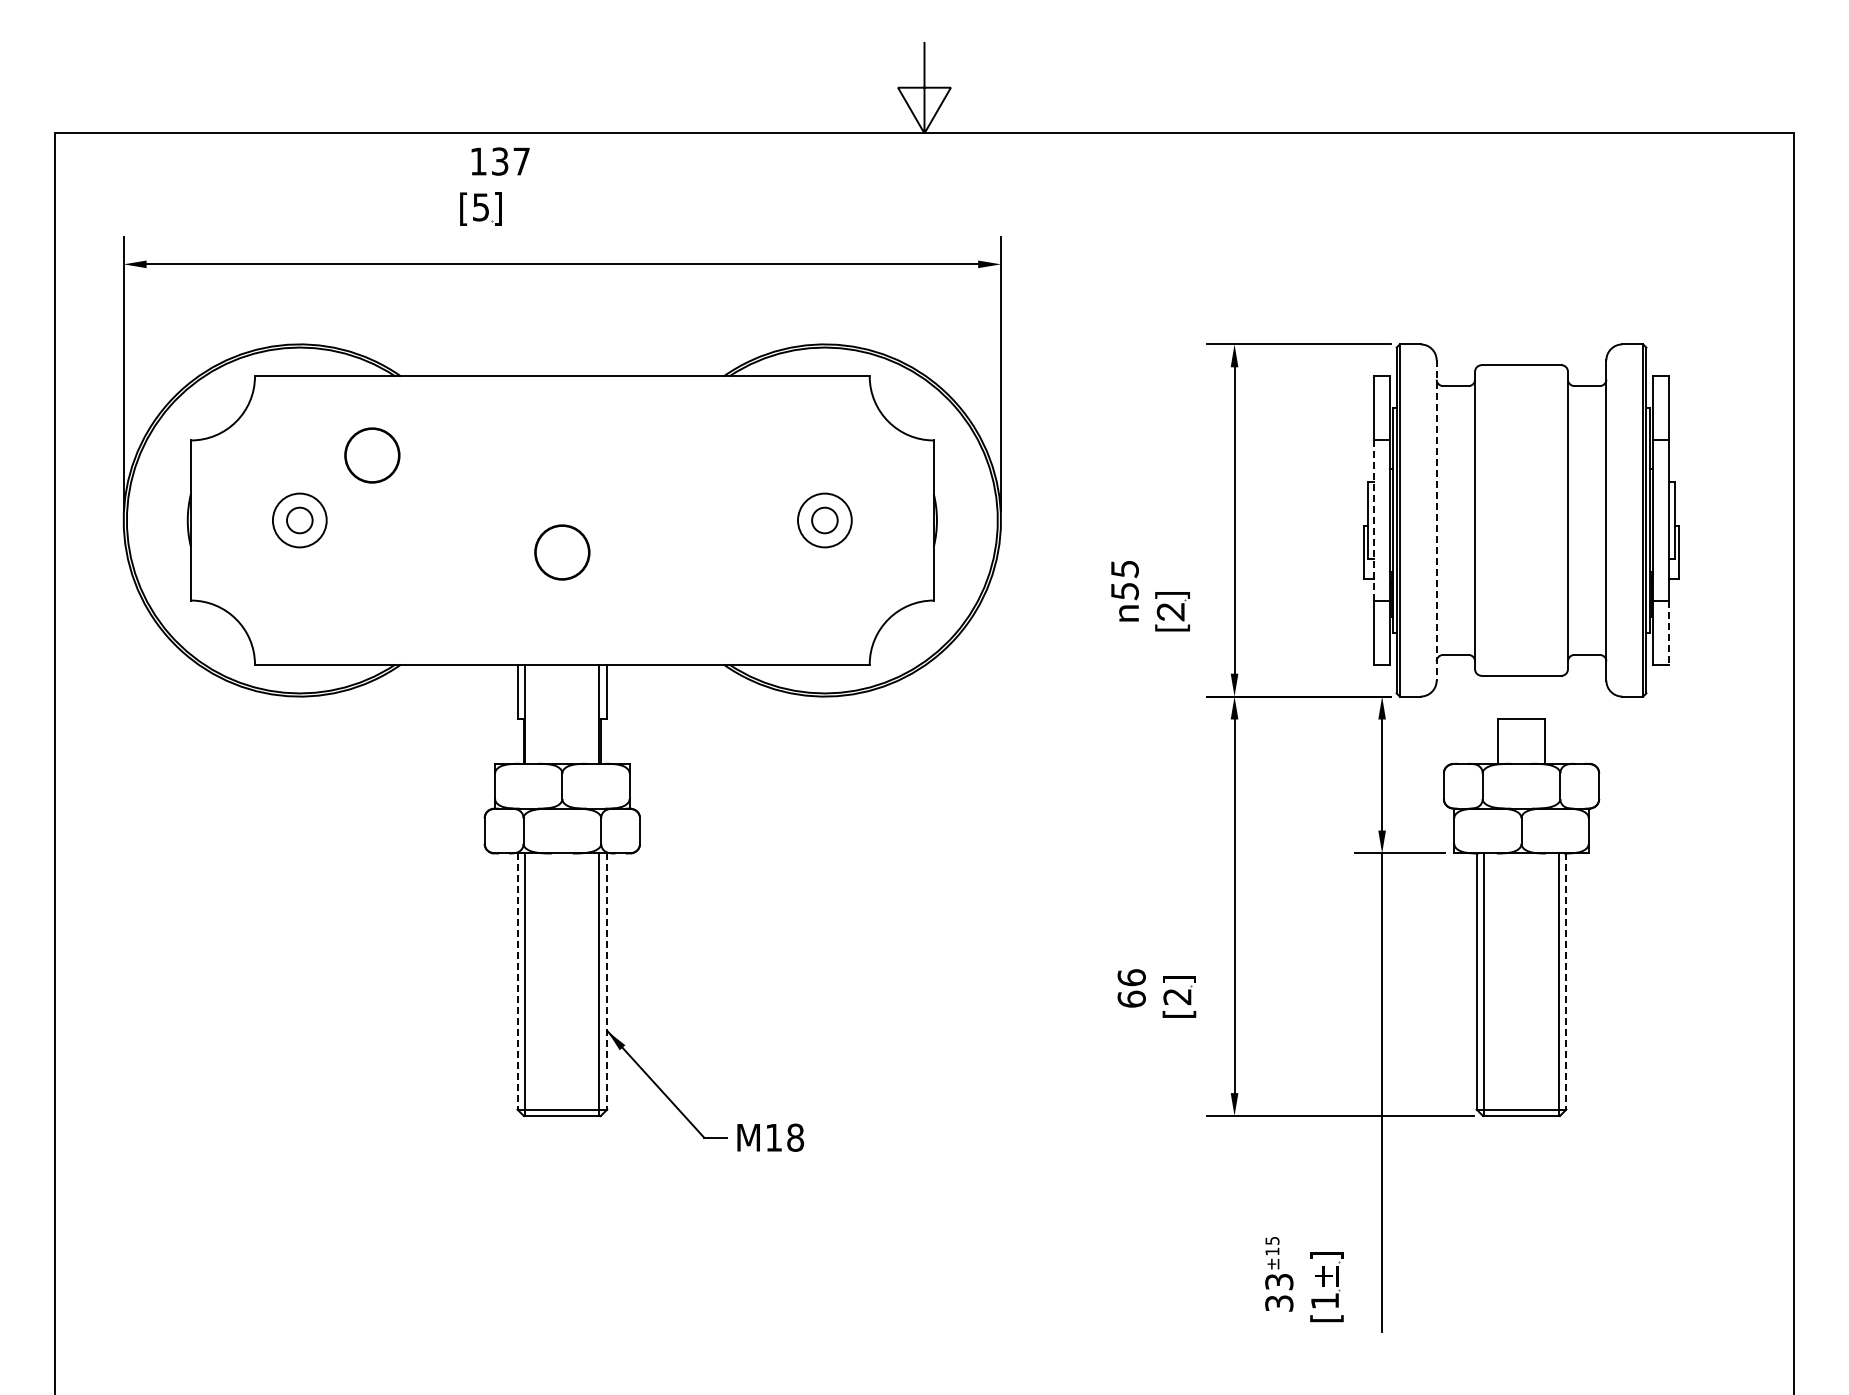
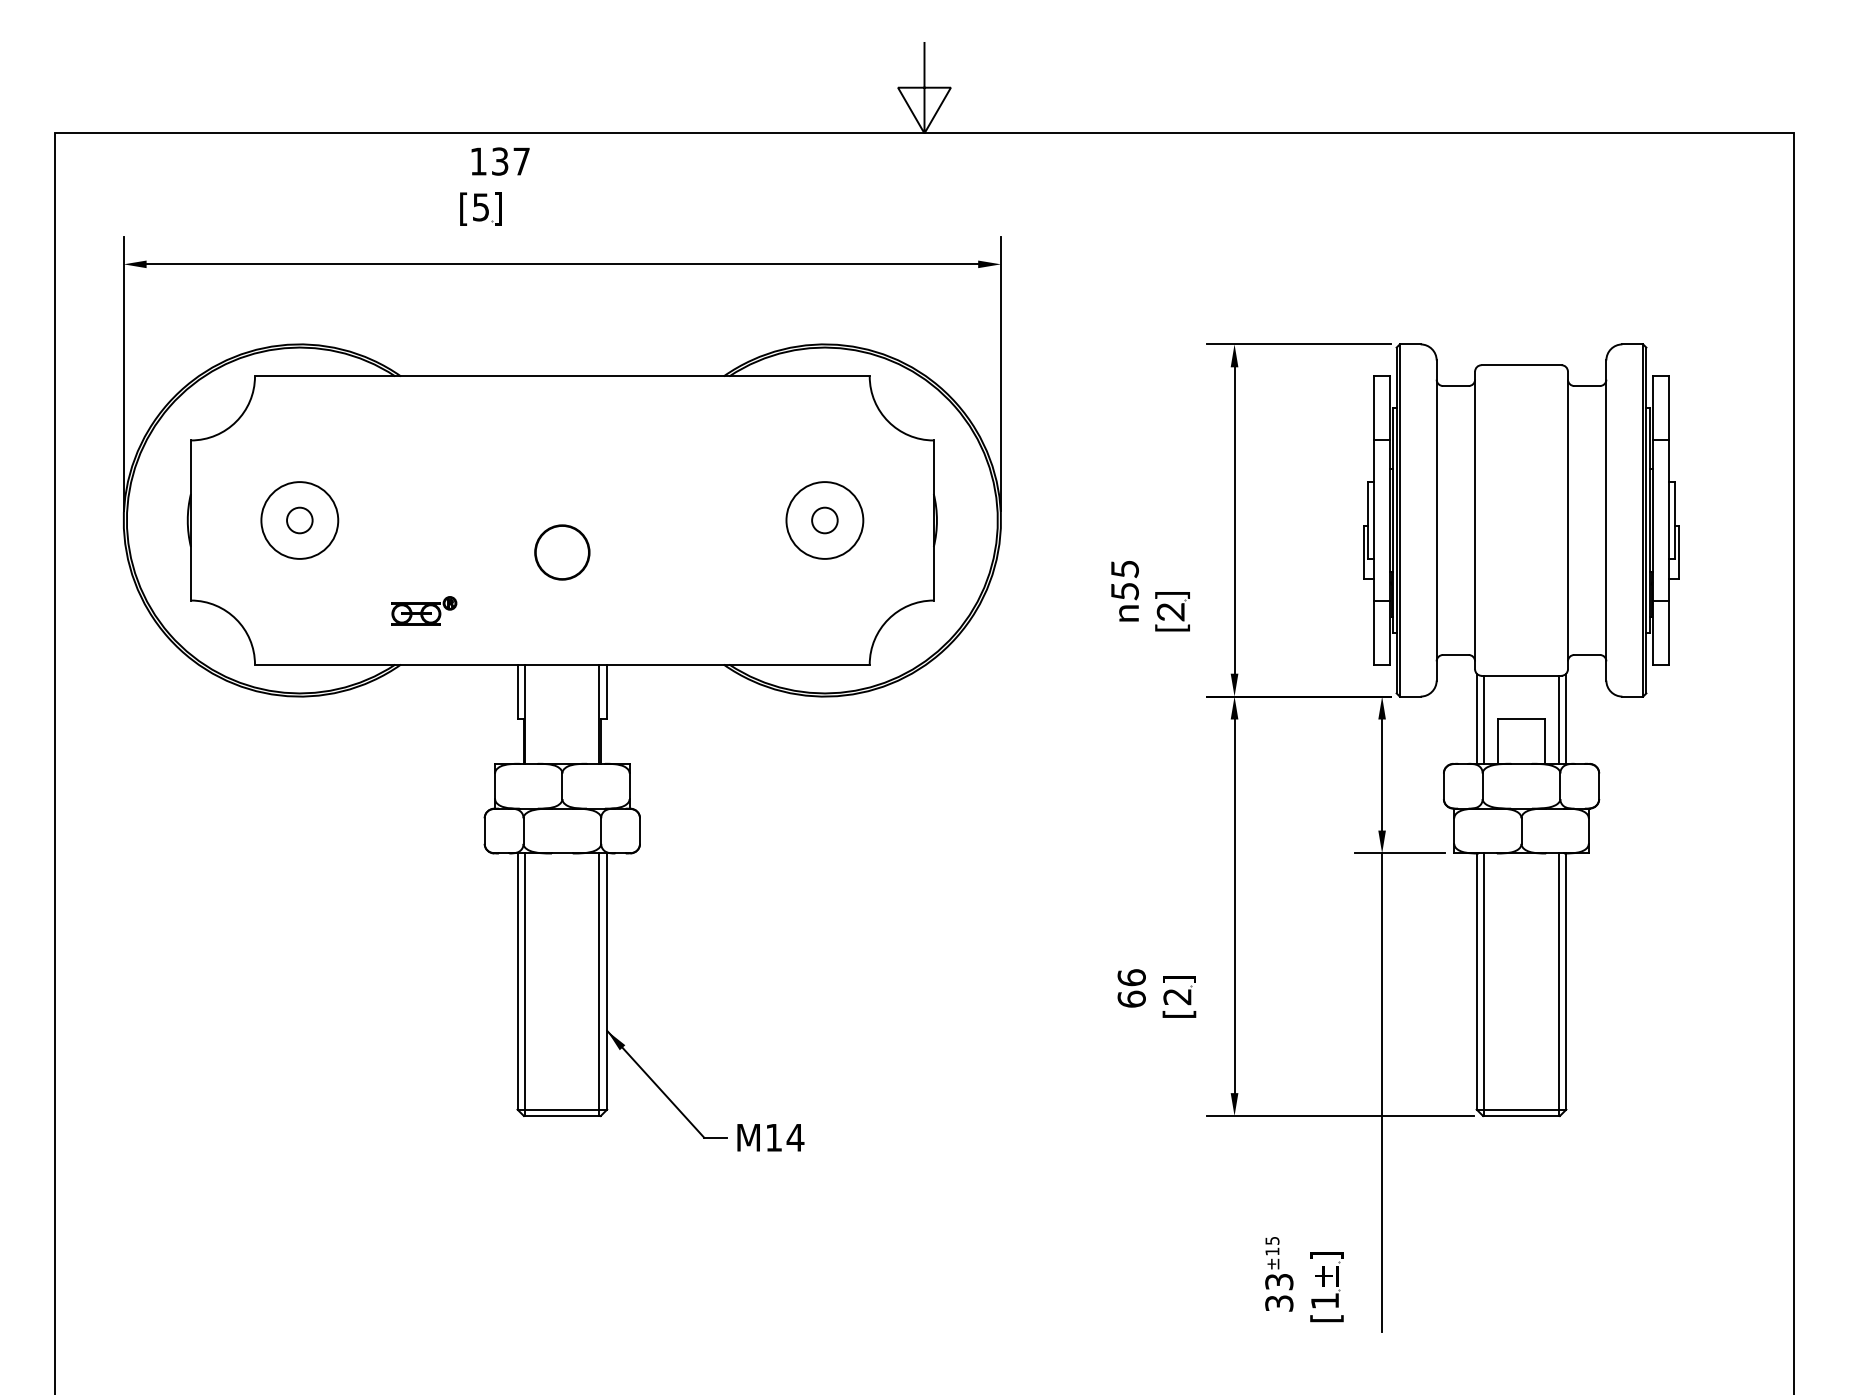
circle at (372, 455): present -> none
circle at (299, 520) diameter: 54 px -> 77 px
circle at (824, 520) diameter: 54 px -> 77 px
line at (1374, 520): dashed -> solid
line at (1436, 521): dashed -> solid
part at (424, 610): none -> present
line at (1668, 633): dashed -> solid
line at (1476, 718): none -> present
line at (1566, 718): none -> present
line at (1484, 719): none -> present
line at (1558, 719): none -> present
line at (517, 982): dashed -> solid
line at (607, 982): dashed -> solid
line at (1566, 982): dashed -> solid
text at (795, 1137): M18 -> M14
